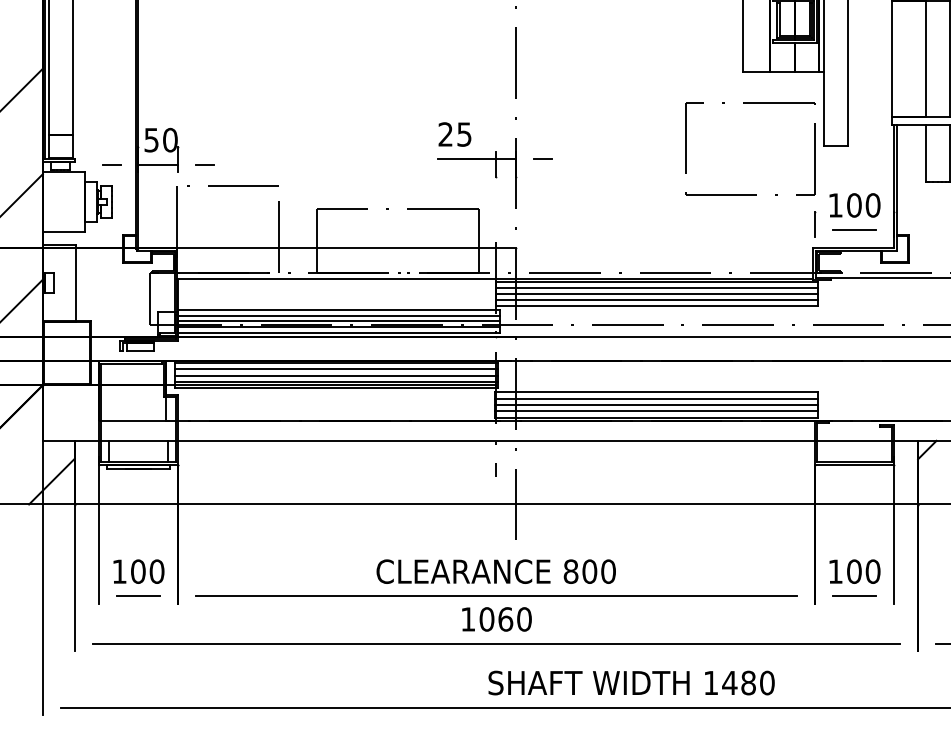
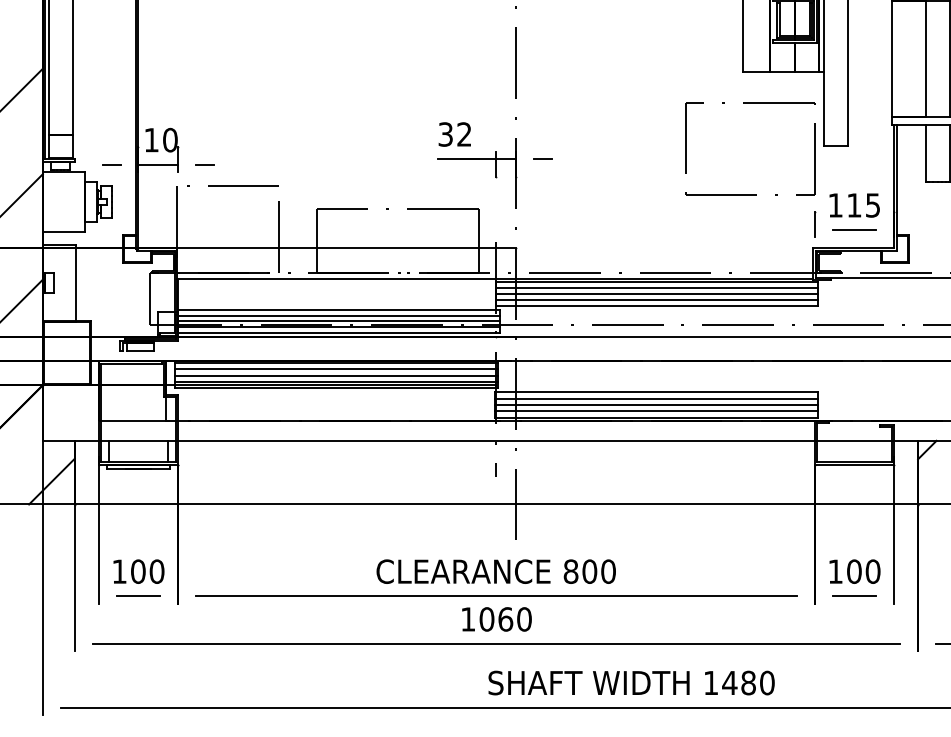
text at (454, 134): 25 -> 32
text at (151, 140): 50 -> 10
text at (863, 205): 100 -> 115
